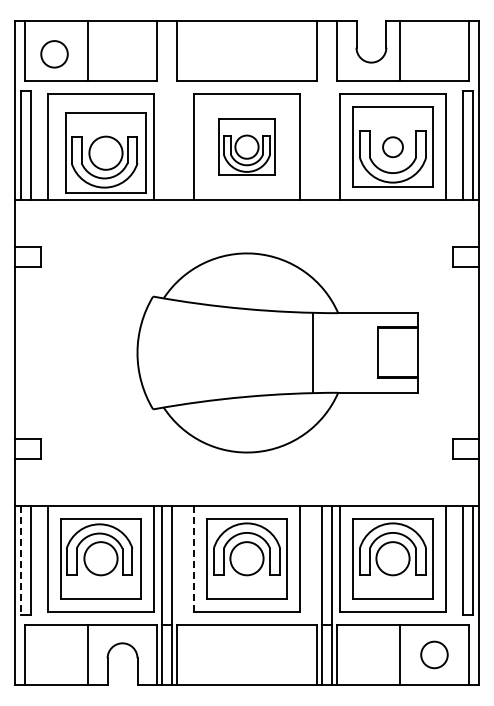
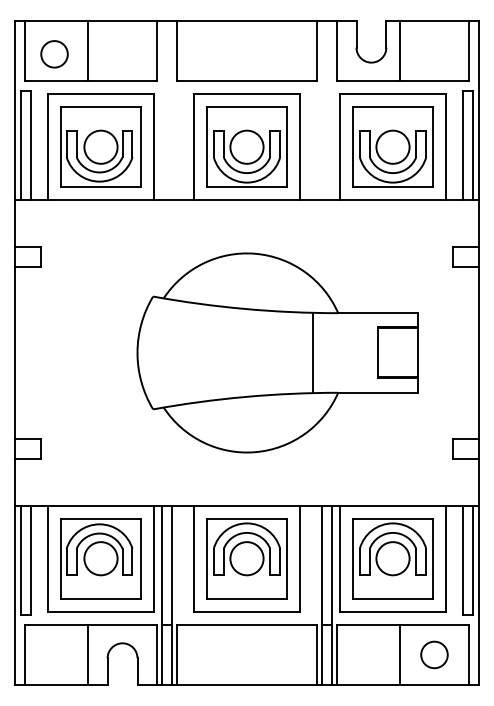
part at (246, 146) size: 58x58 px -> 82x82 px
circle at (392, 147) diameter: 20 px -> 33 px
part at (105, 152) position: (105, 152) -> (100, 146)
line at (193, 559): dashed -> solid
line at (21, 560): dashed -> solid
